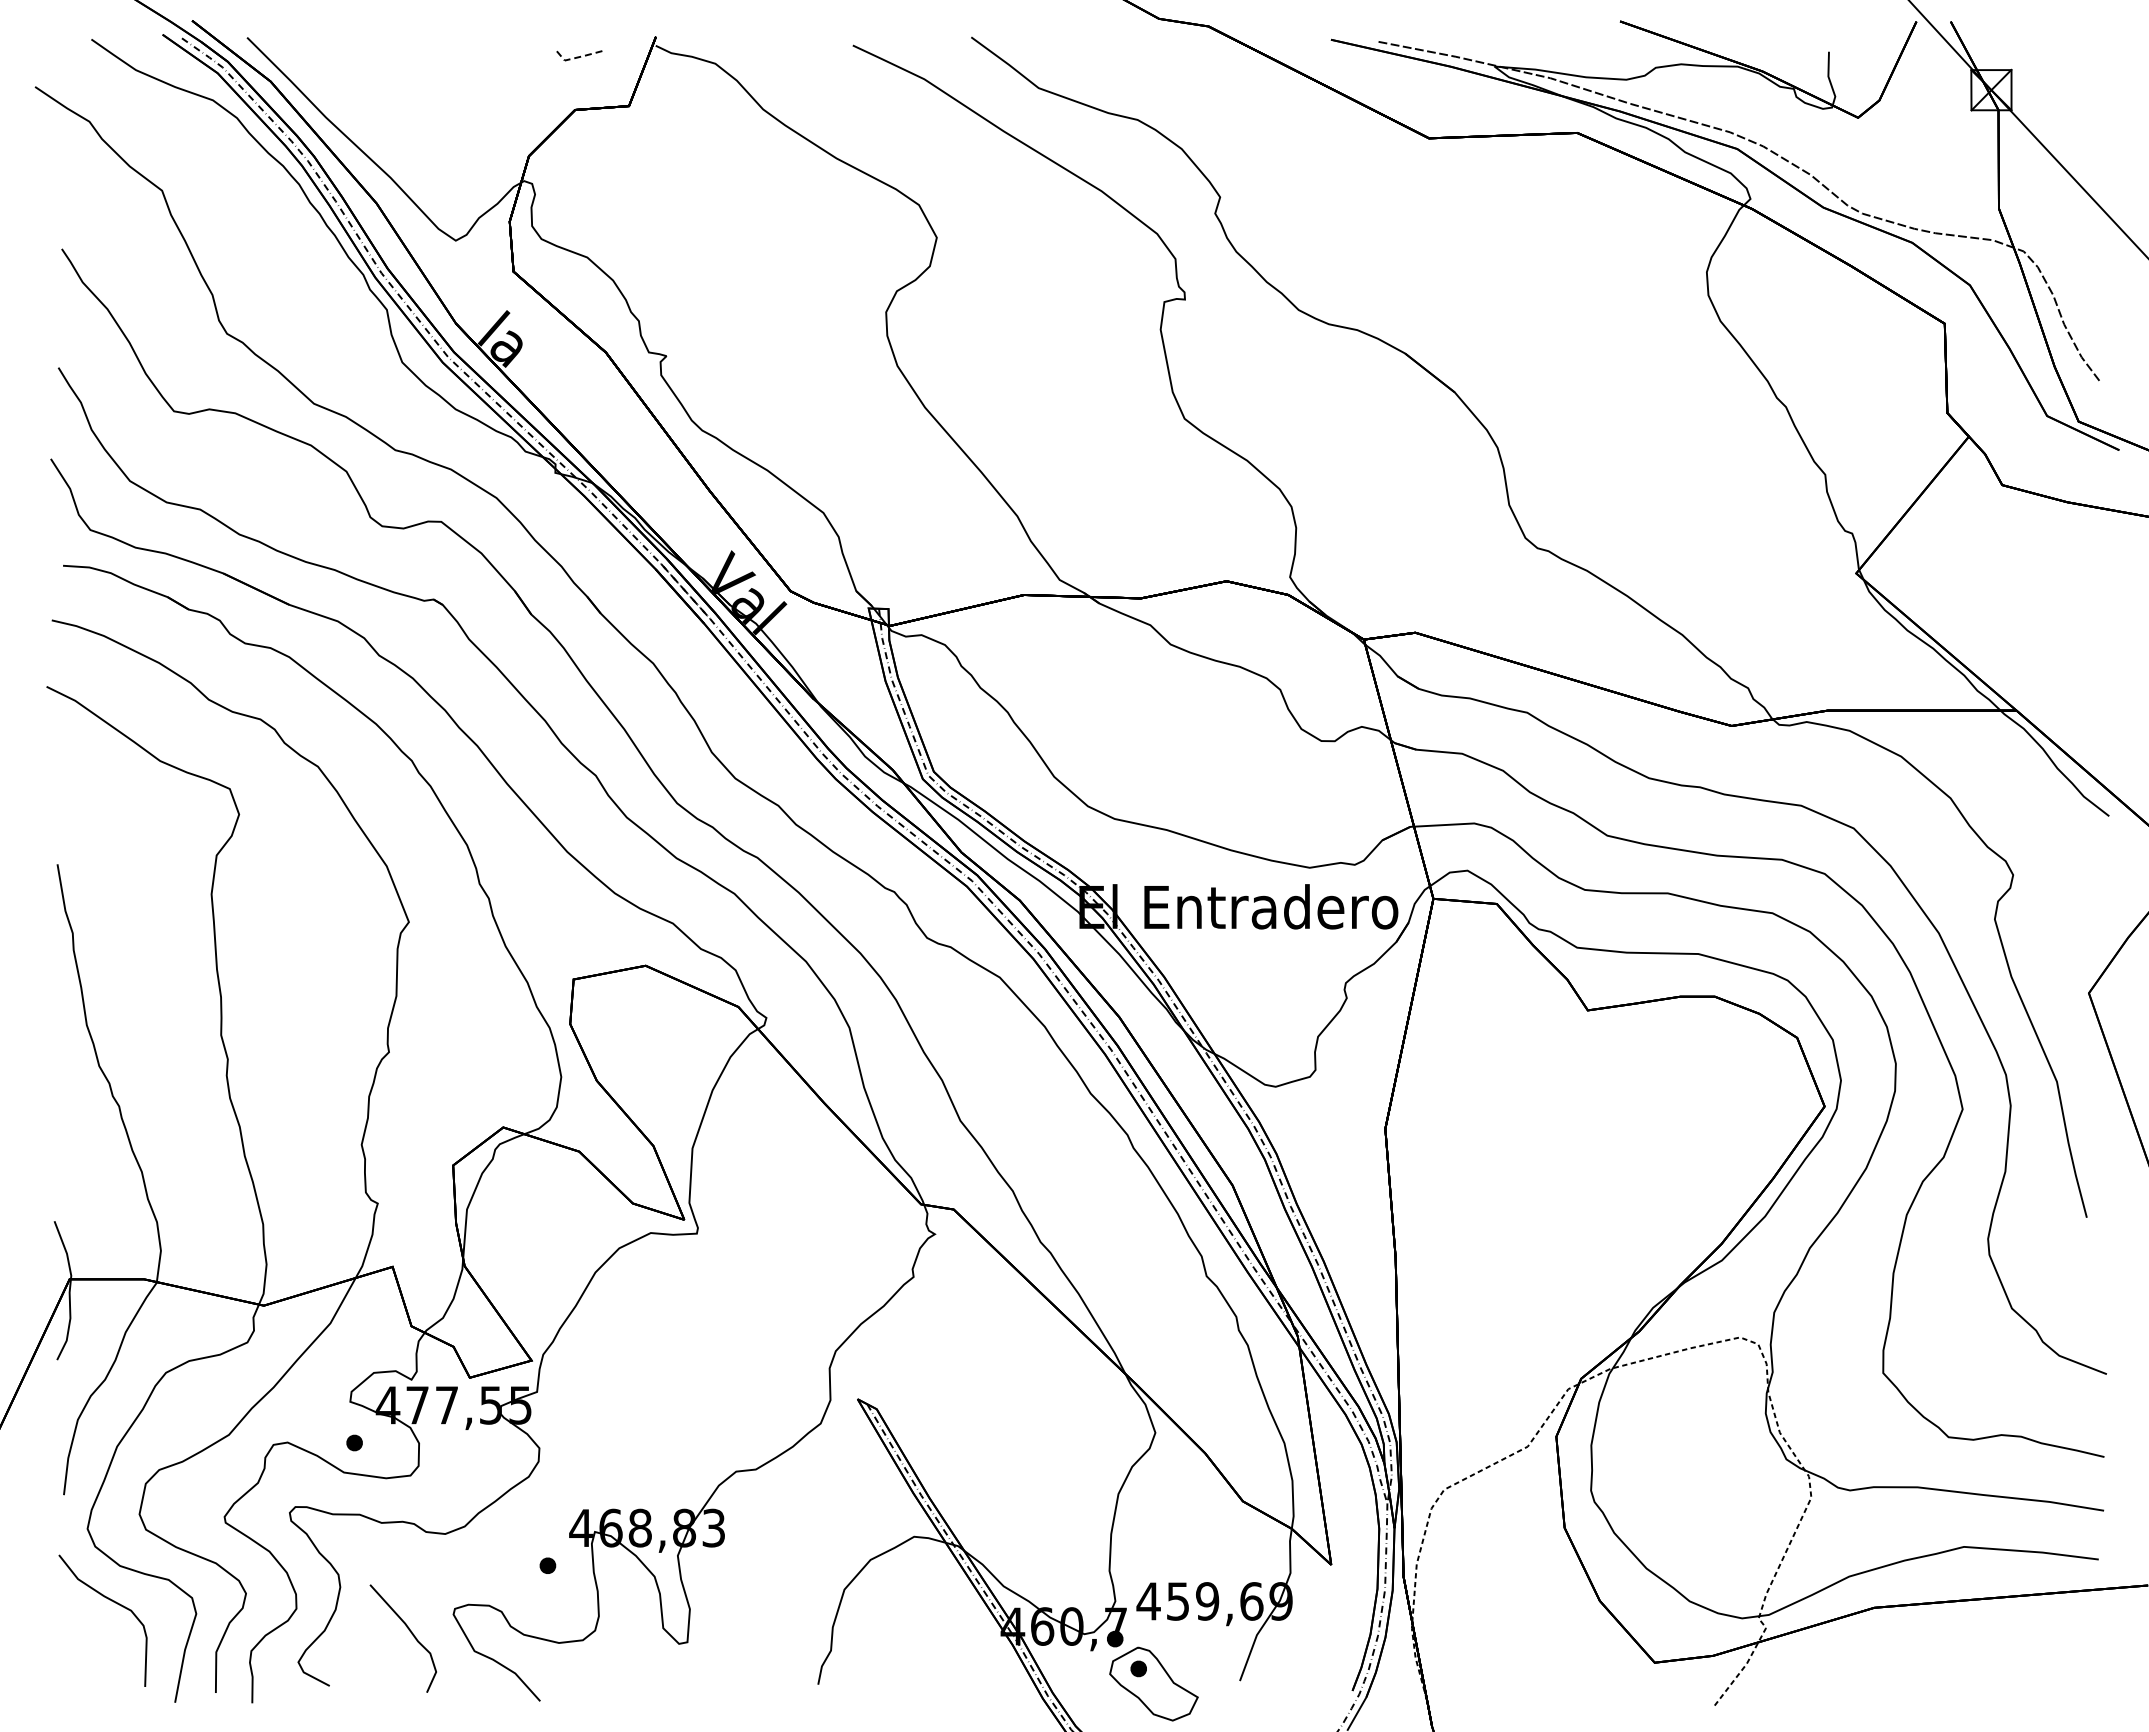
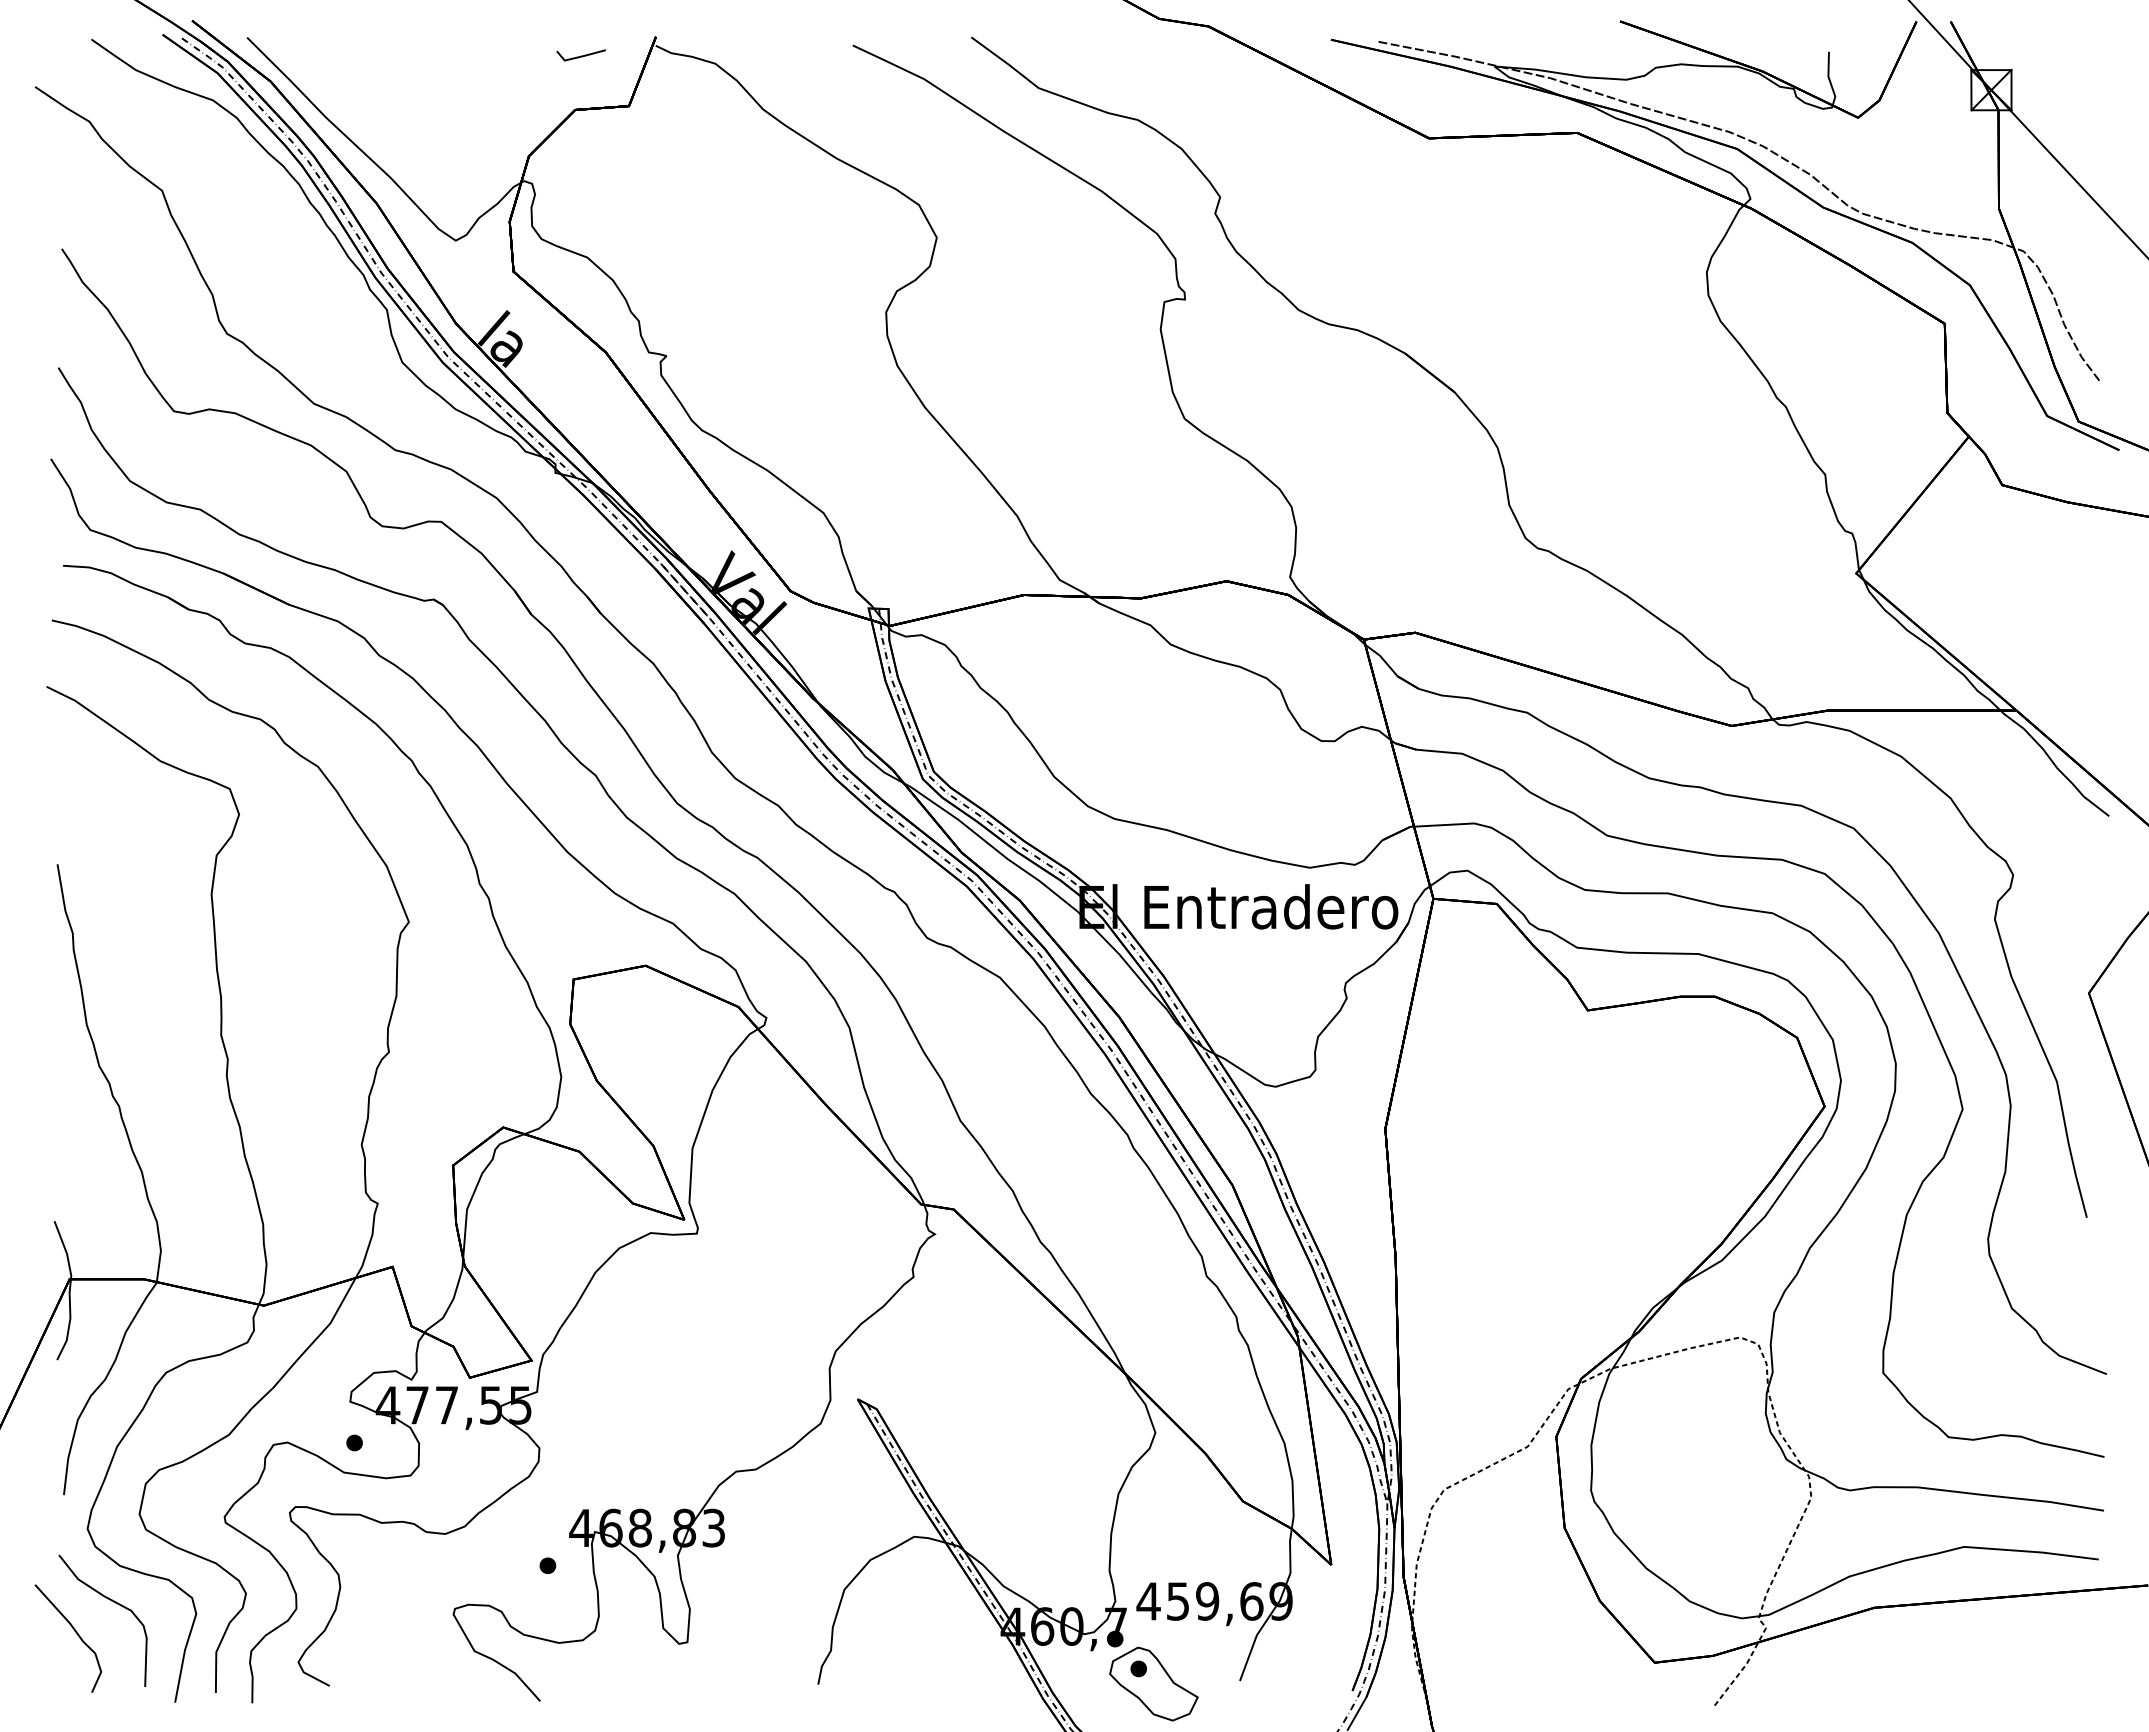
line at (579, 57): dashed -> solid
curve at (411, 1634) position: (411, 1634) -> (76, 1634)
